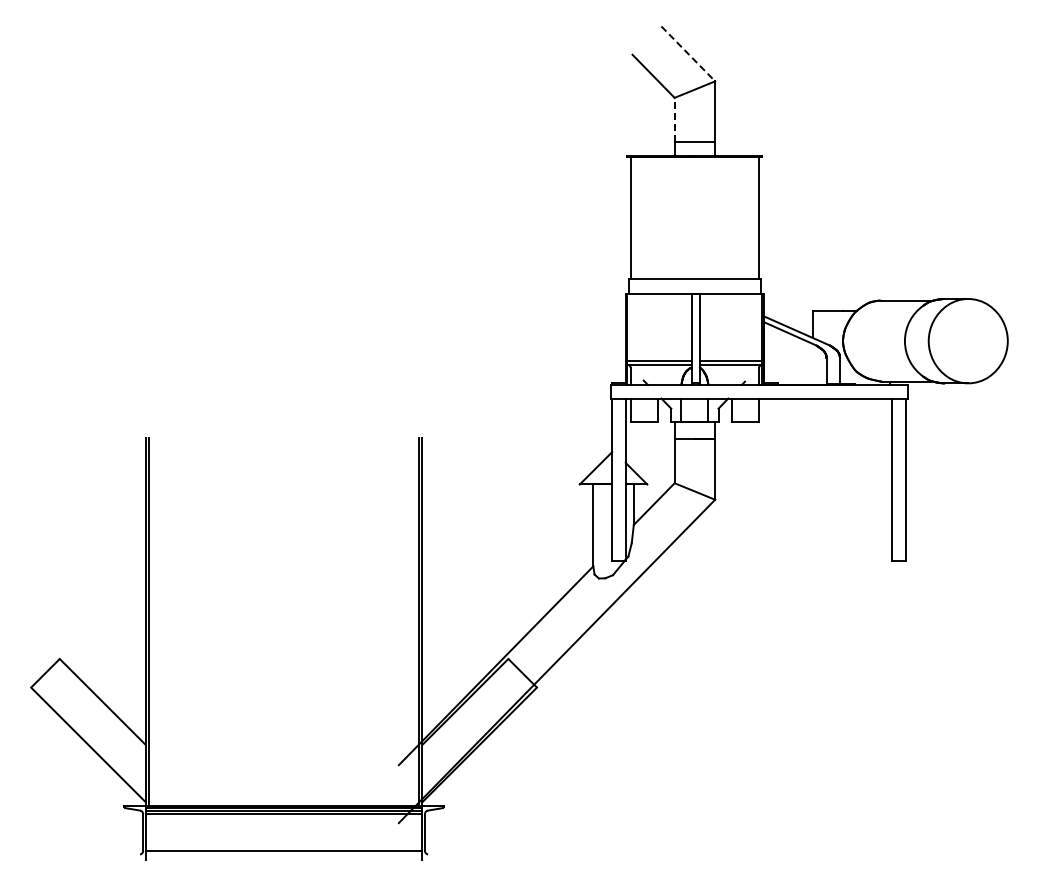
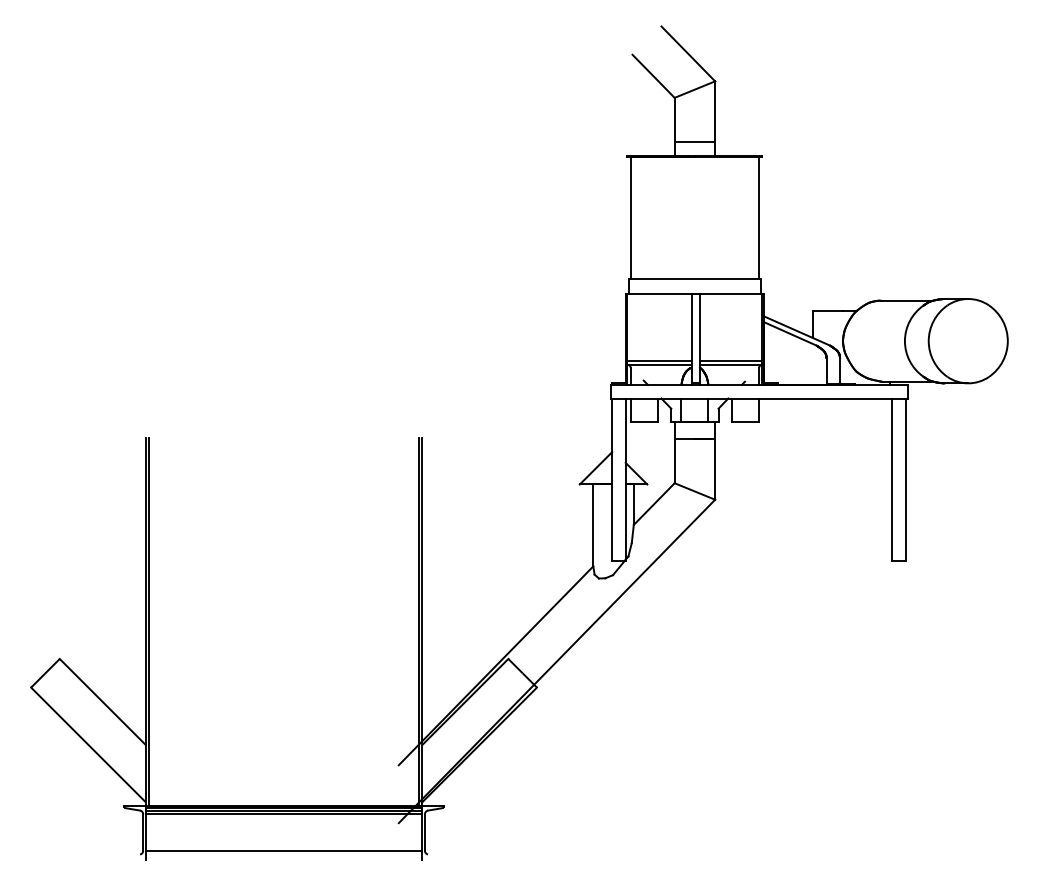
line at (688, 54): dashed -> solid
line at (674, 119): dashed -> solid
